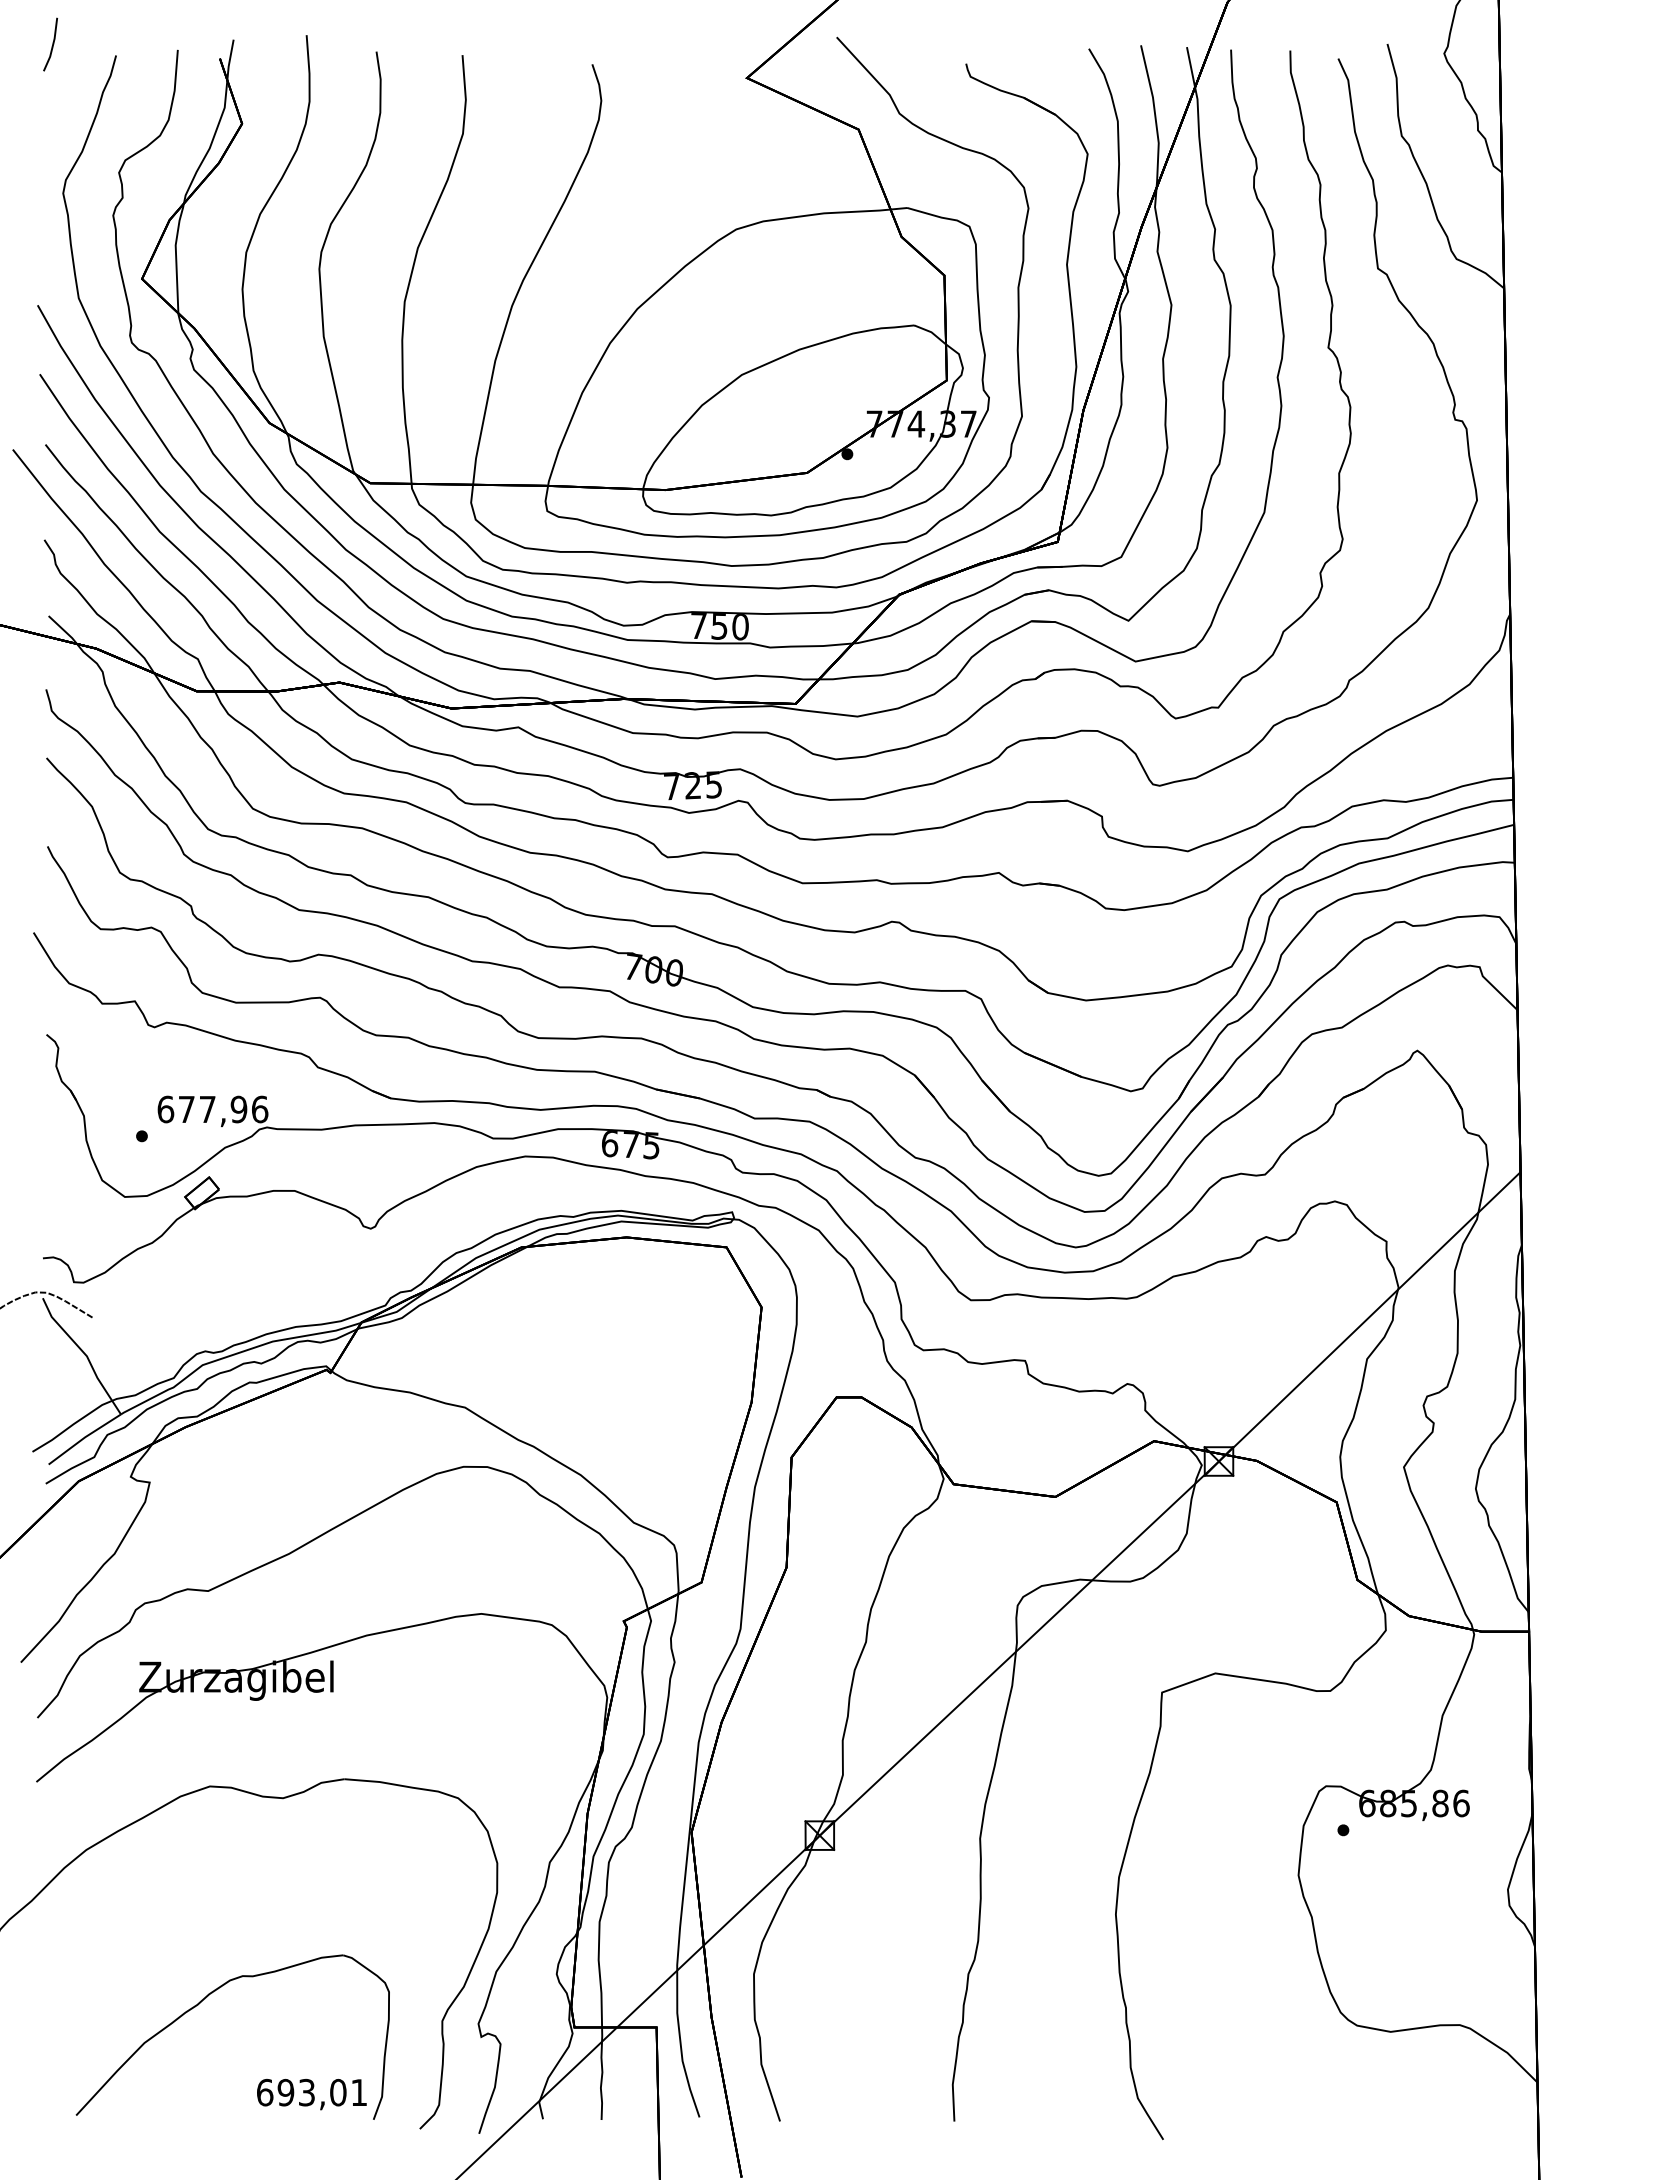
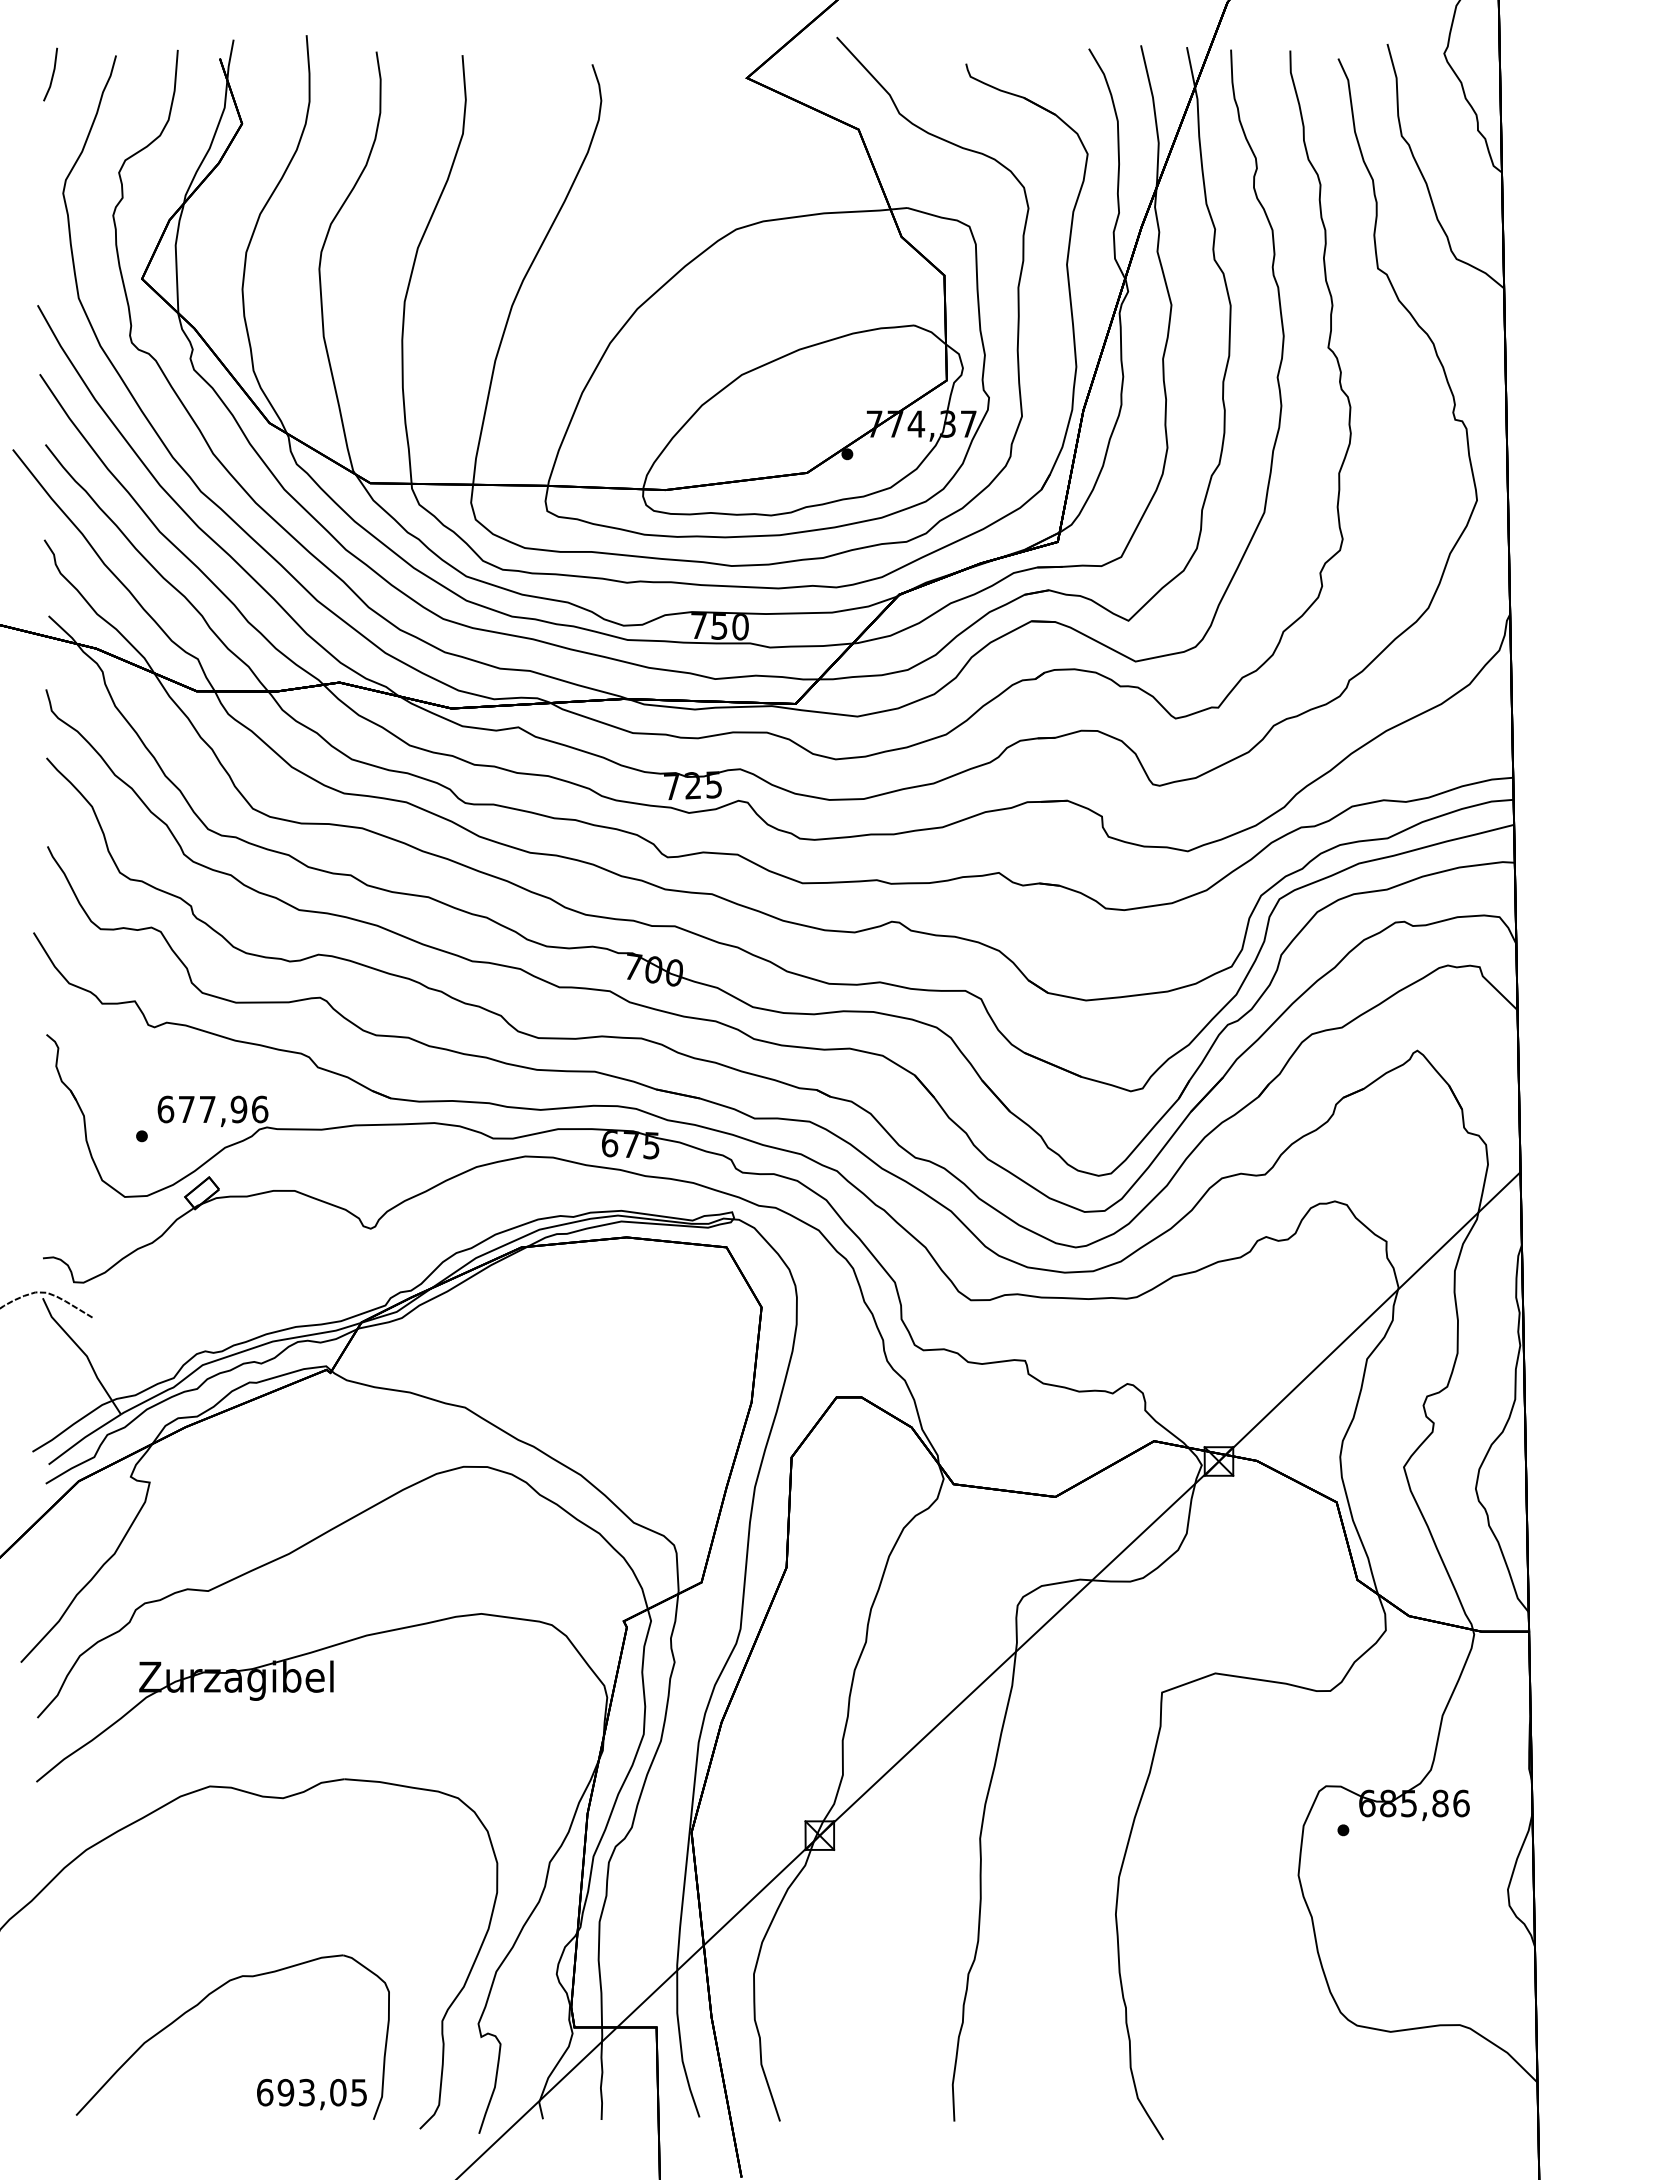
line at (52, 44) position: (52, 44) -> (52, 74)
text at (358, 2092): 693,01 -> 693,05
